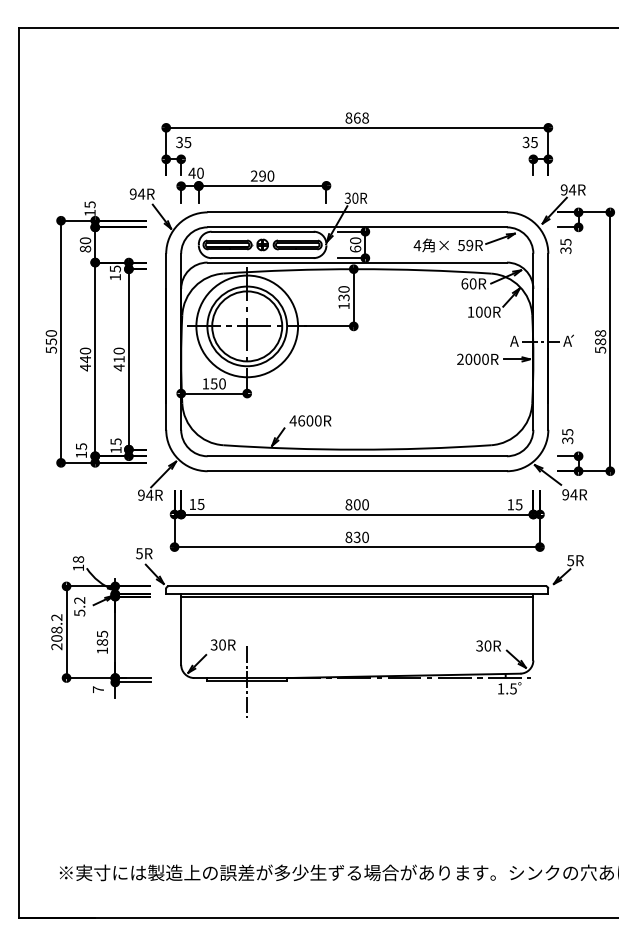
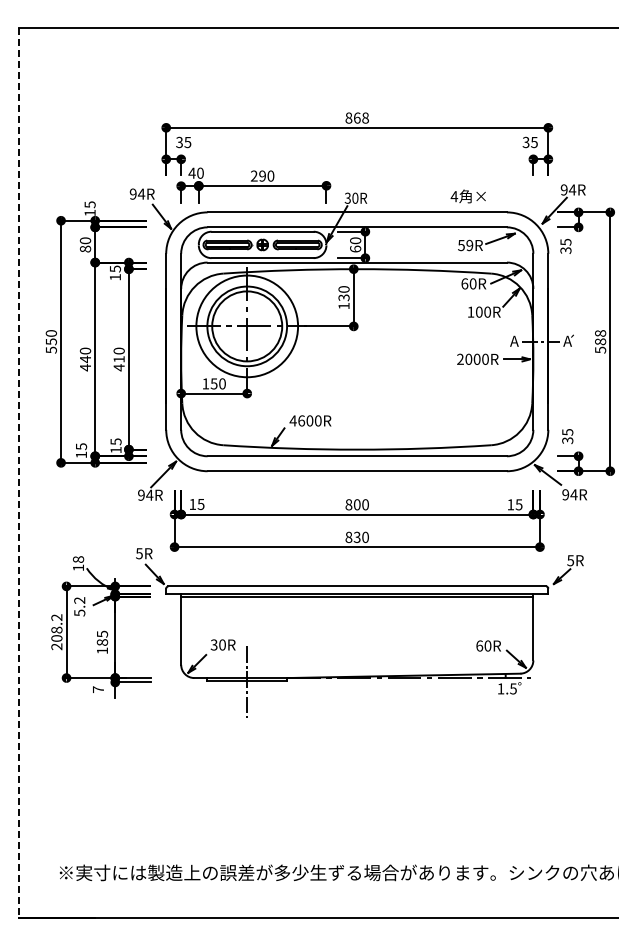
text at (430, 245) position: (430, 245) -> (467, 196)
line at (18, 472): solid -> dashed
text at (479, 645): 30R -> 60R
